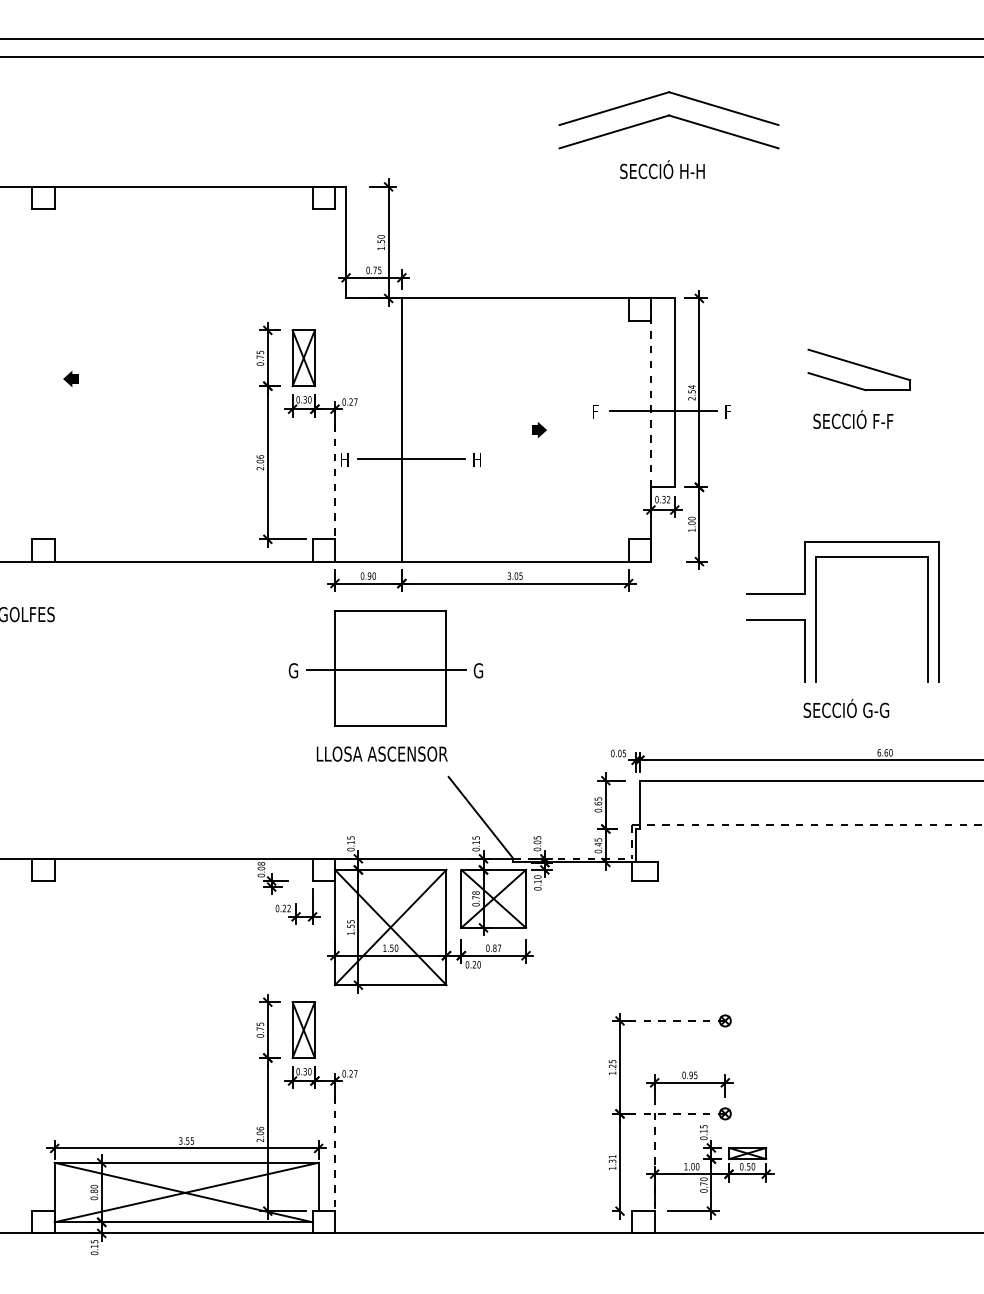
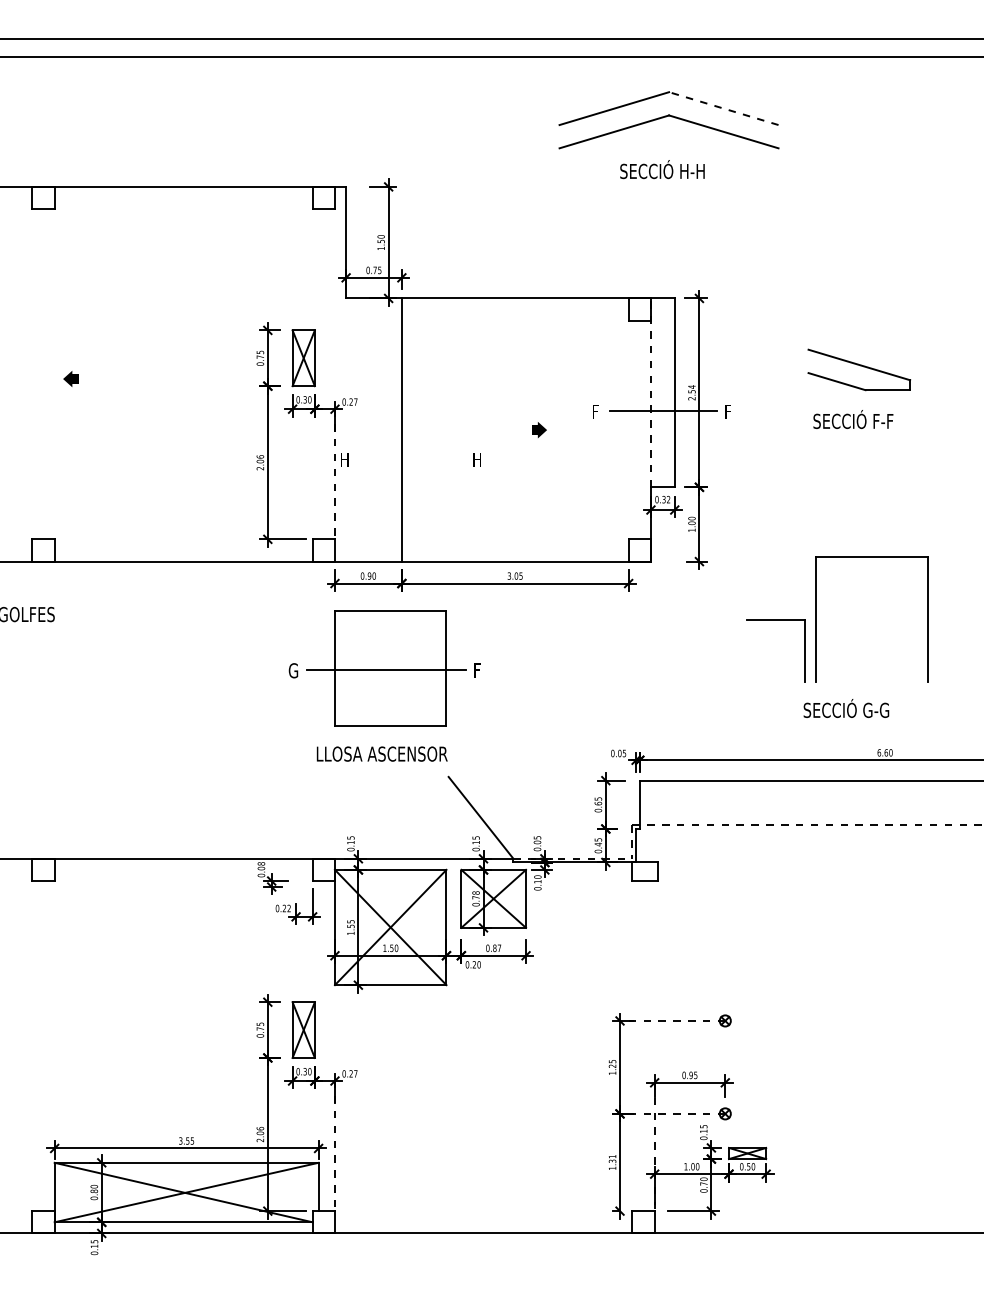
line at (723, 108): solid -> dashed
line at (411, 459): present -> none
part at (805, 594): present -> none
text at (478, 670): G -> F
